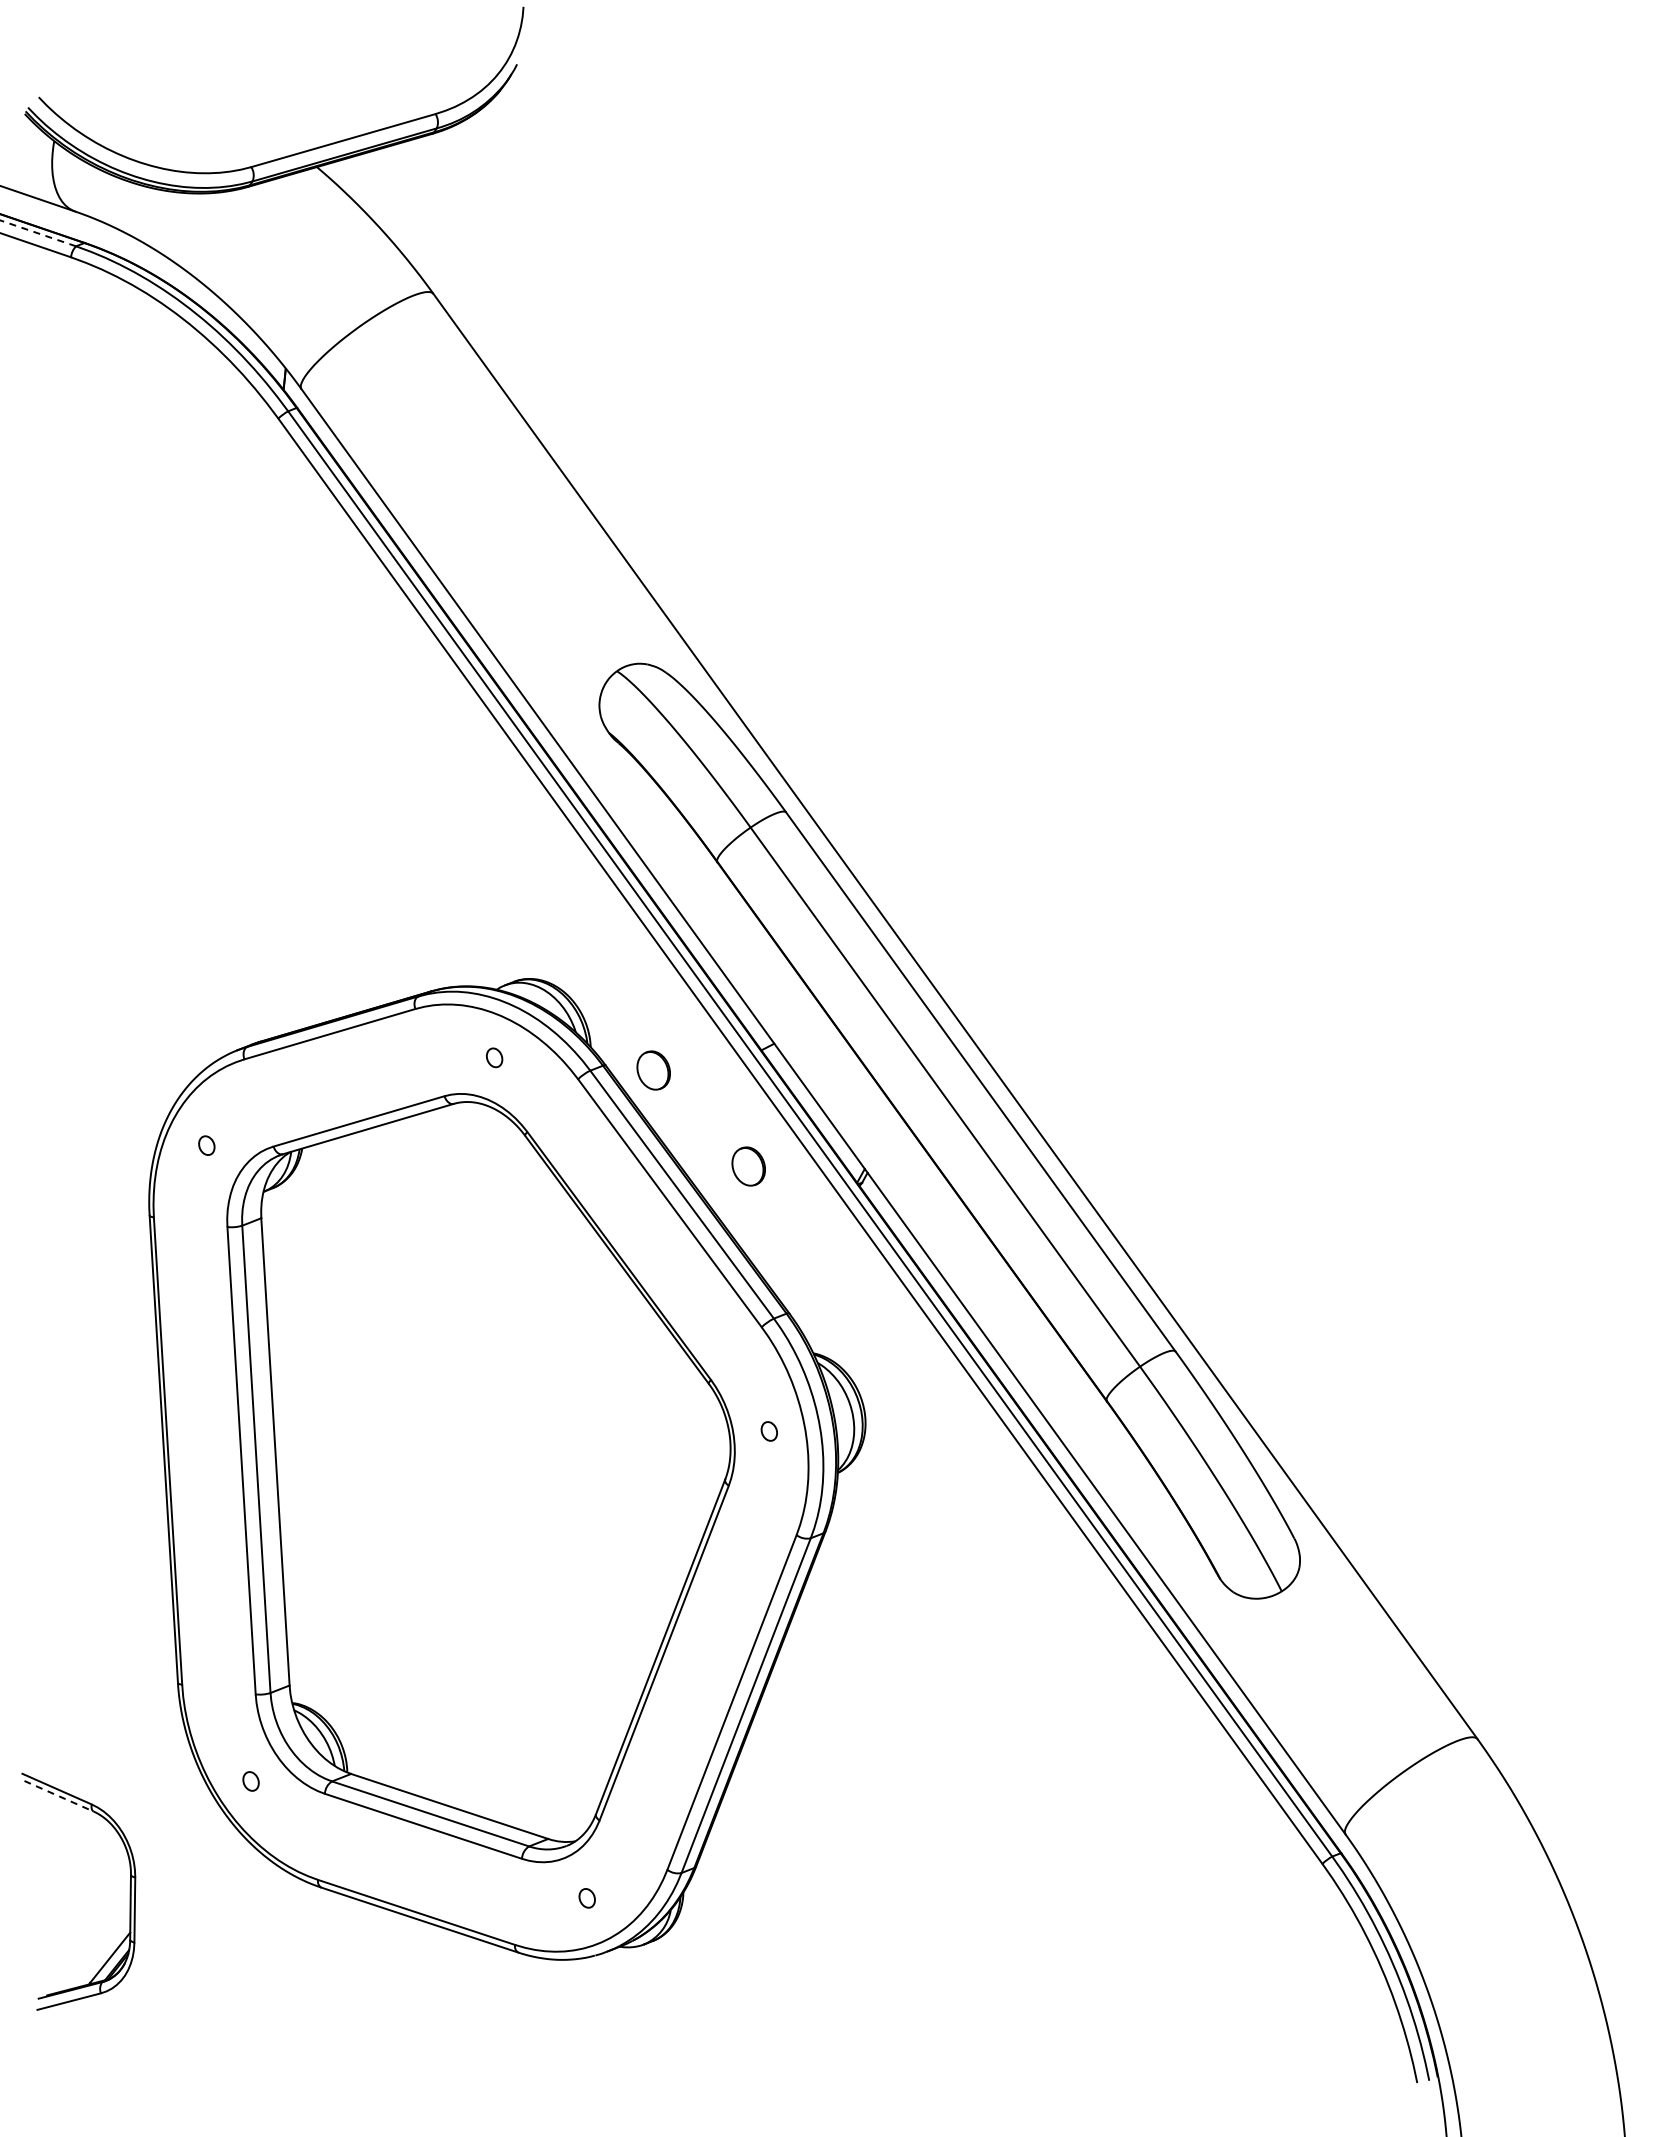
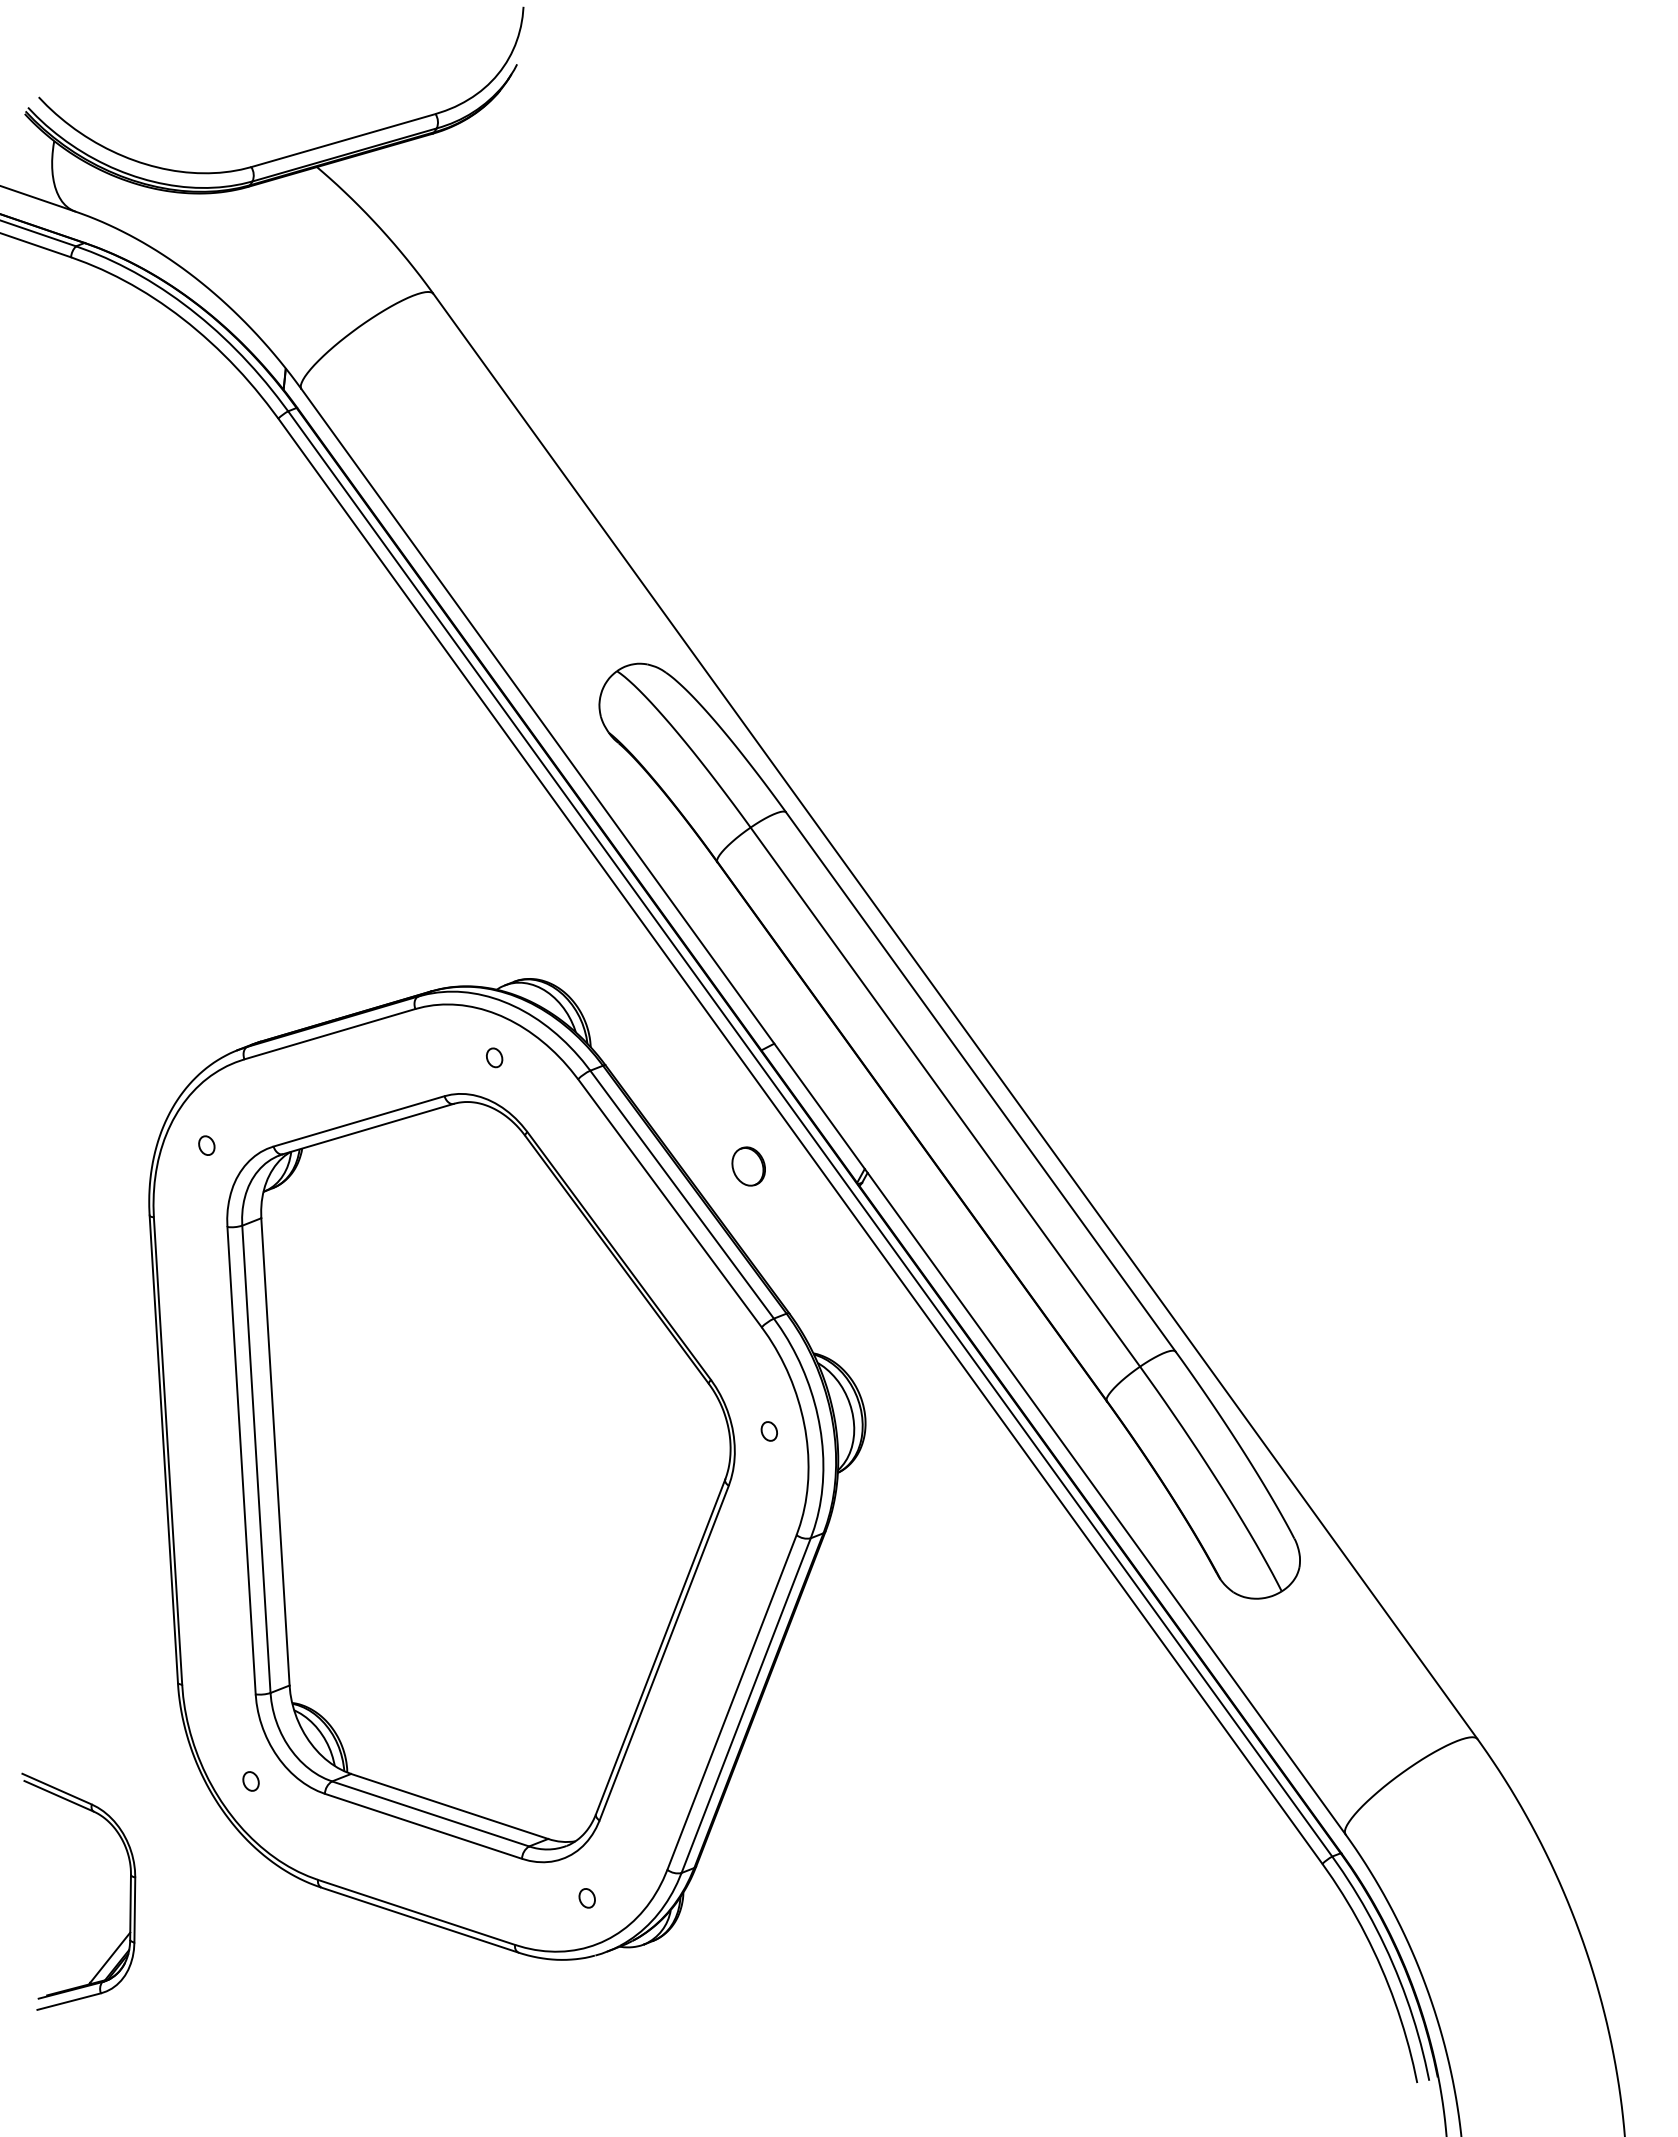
line at (38, 233): dashed -> solid
part at (653, 1070): present -> none
line at (59, 1796): dashed -> solid
